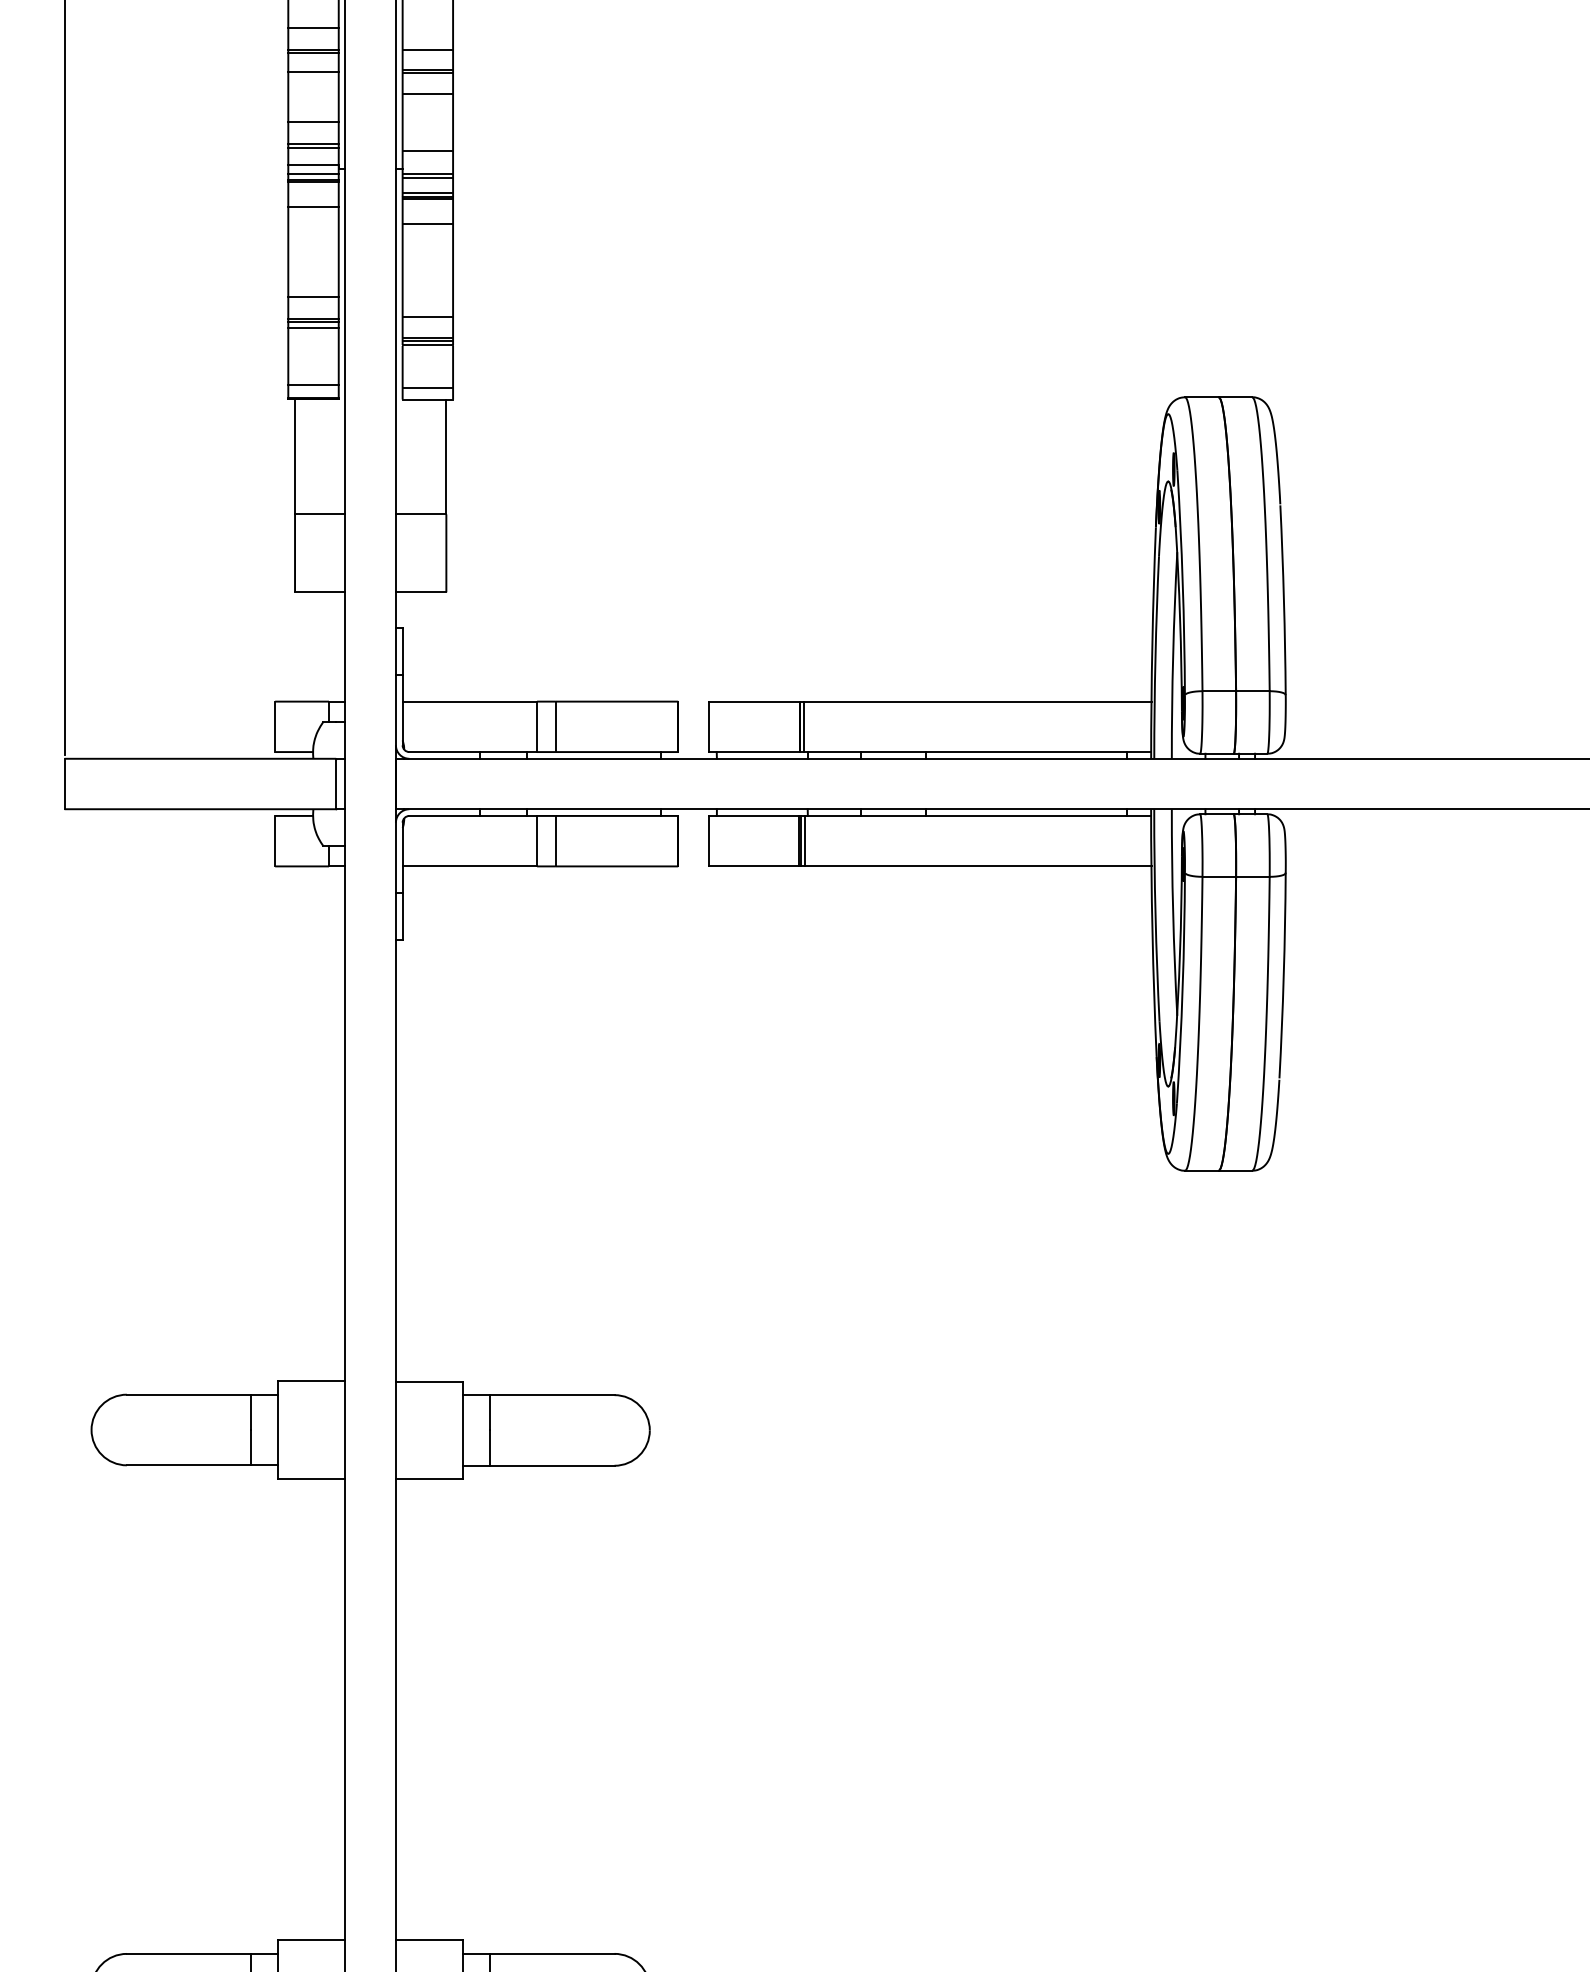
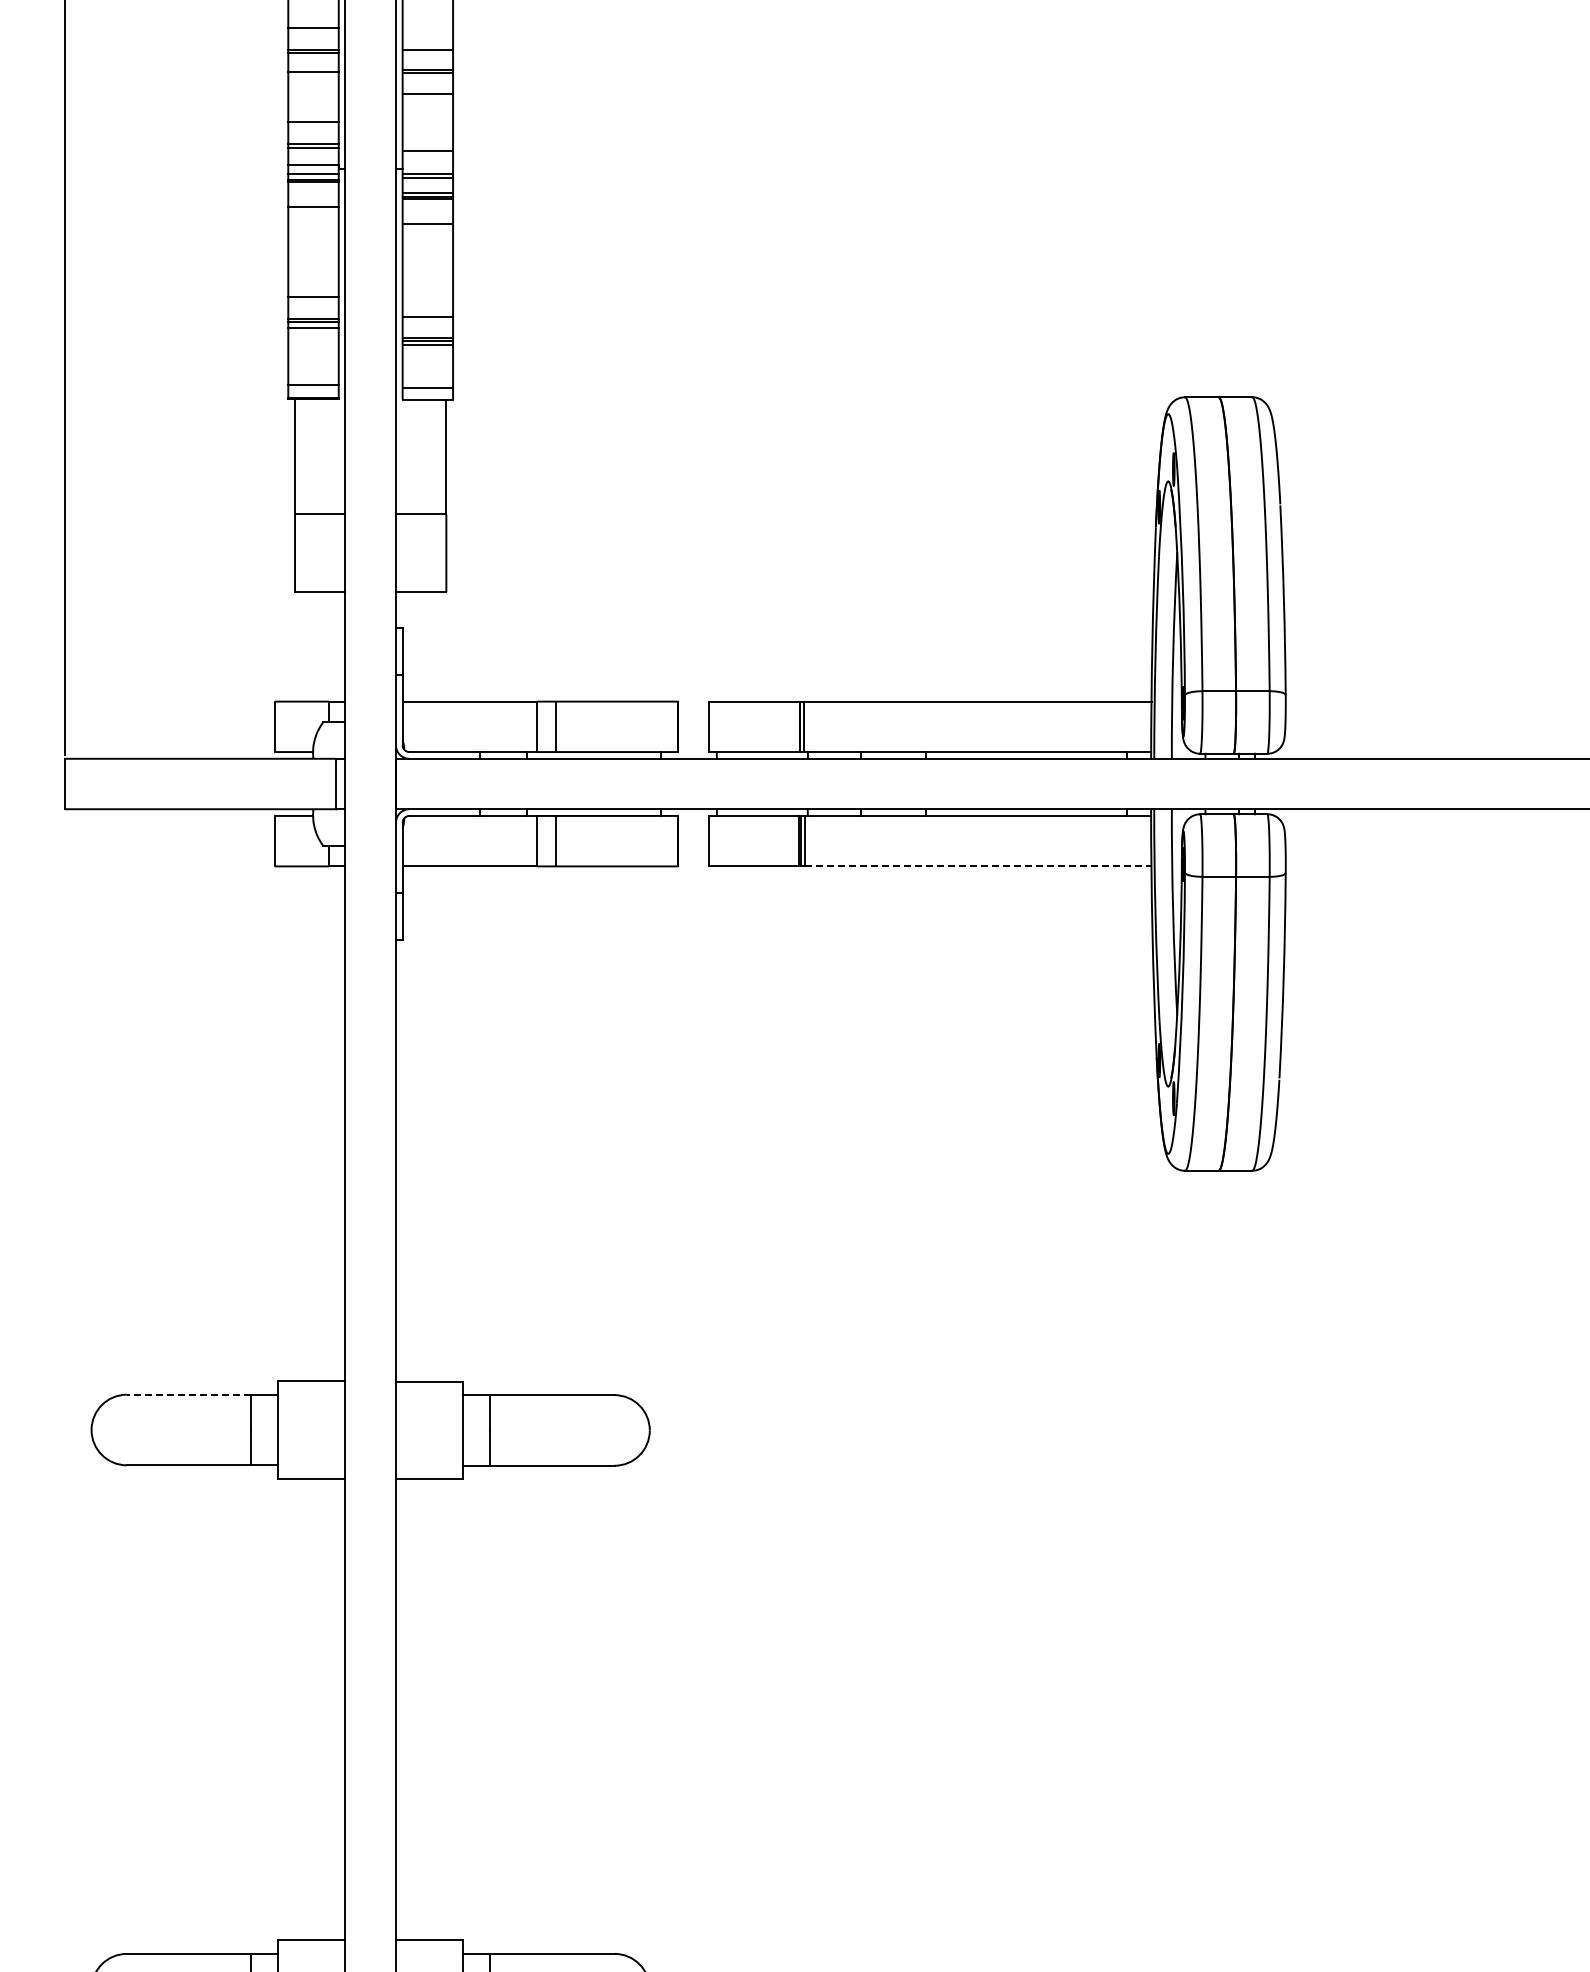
line at (978, 866): solid -> dashed
line at (188, 1394): solid -> dashed
